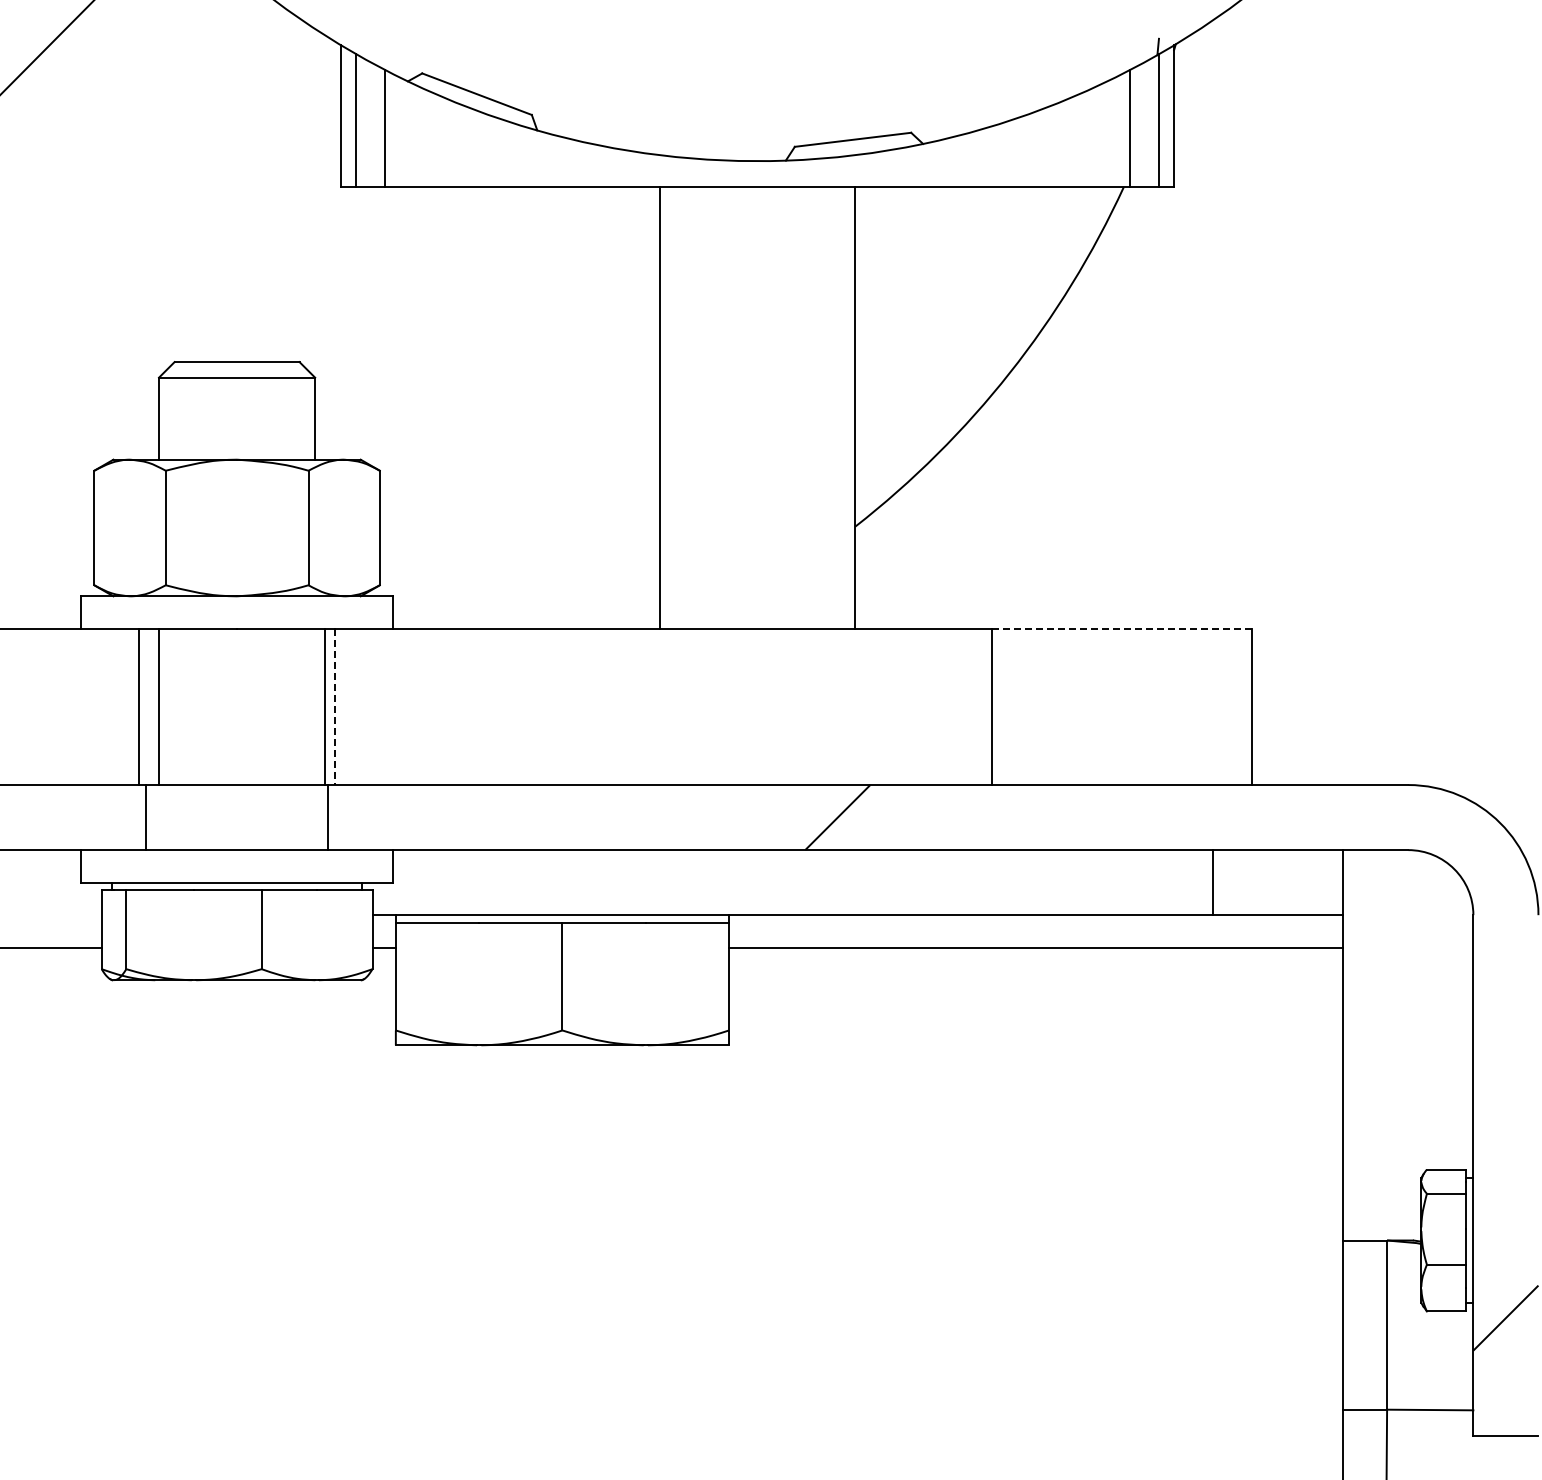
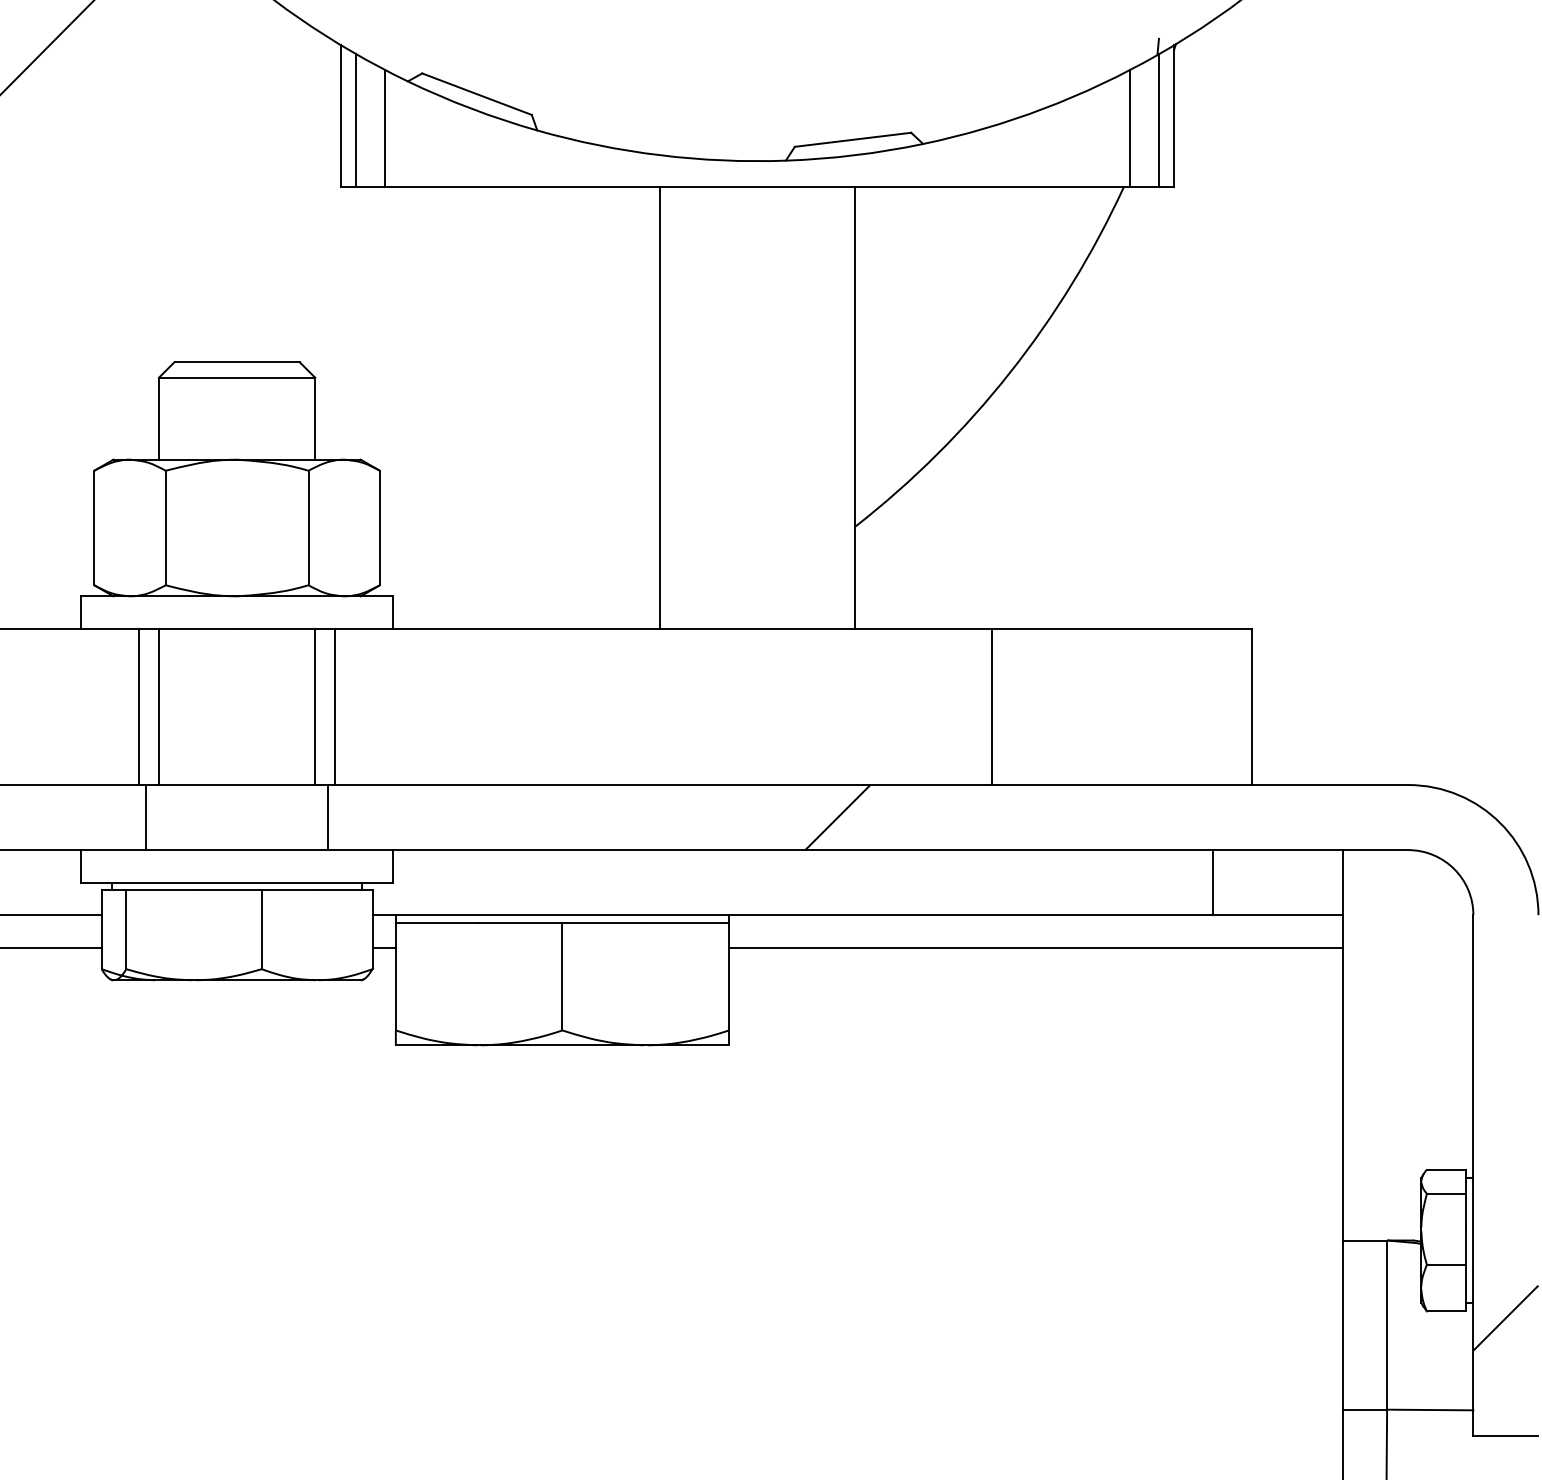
line at (1121, 628): dashed -> solid
line at (325, 706) position: (325, 706) -> (315, 706)
line at (334, 707): dashed -> solid
line at (51, 915): none -> present
